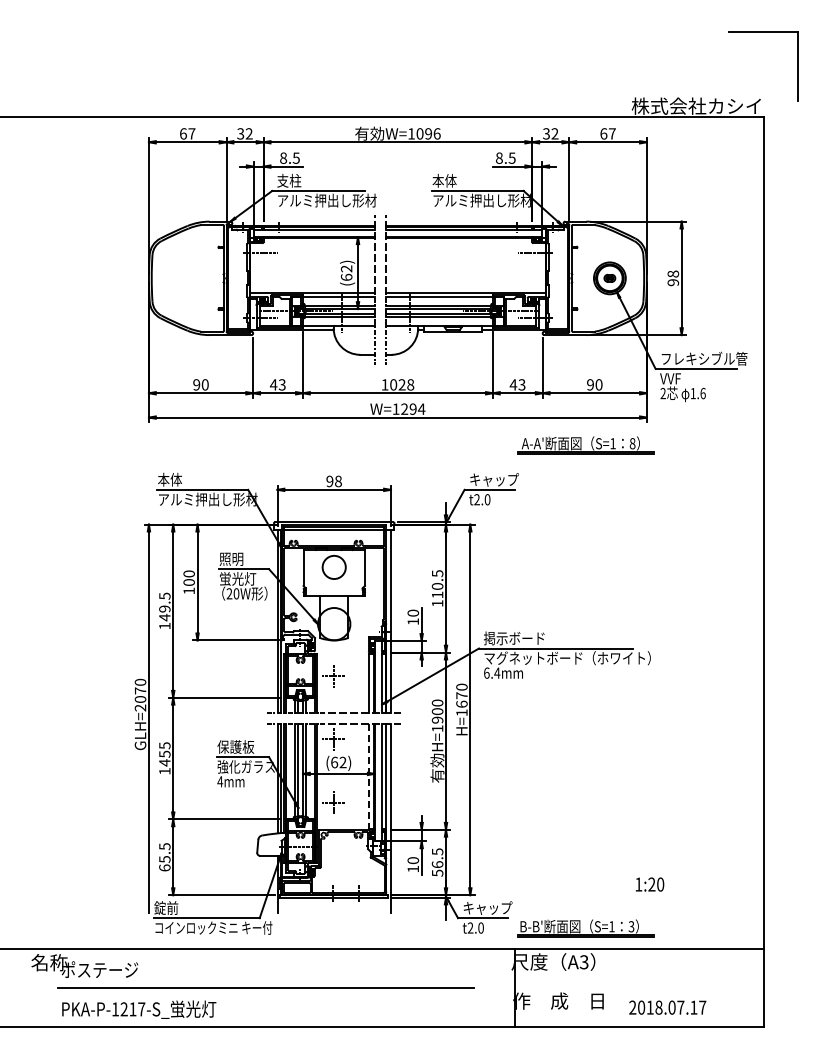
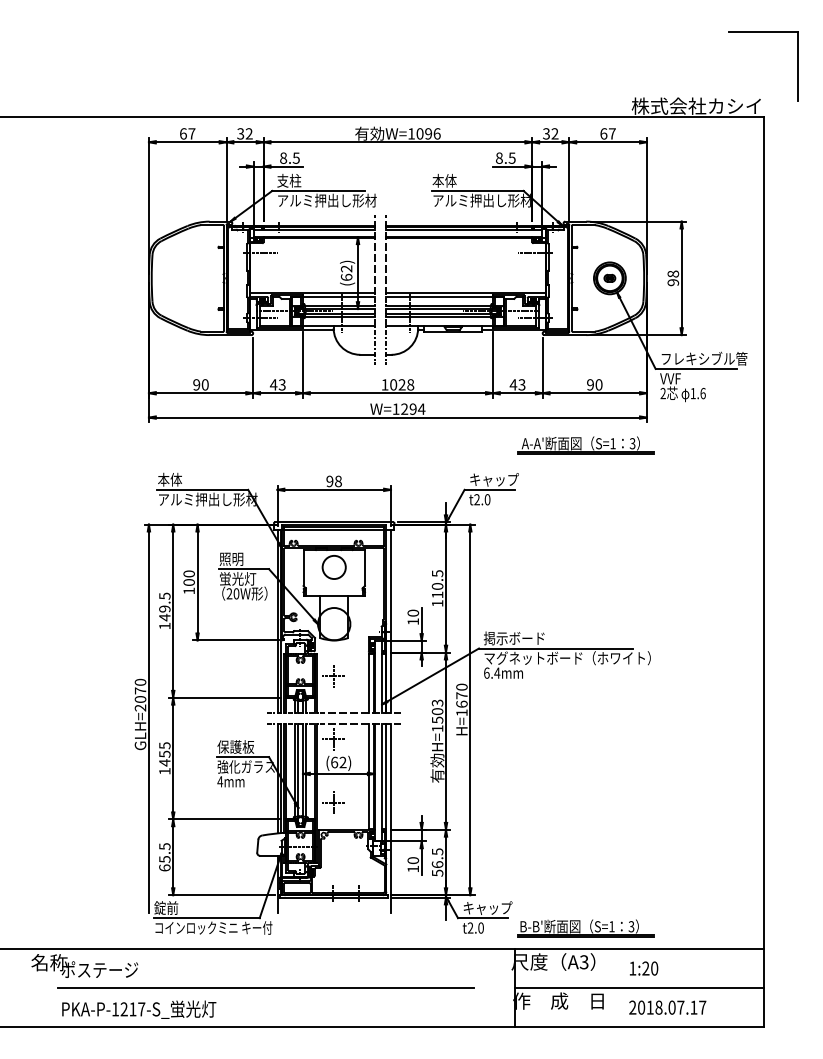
text at (632, 443): 8 -> 3
text at (437, 711): H=1900 -> H=1503
line at (368, 776): dashed -> solid
text at (650, 884) position: (650, 884) -> (644, 968)
line at (639, 988): none -> present
